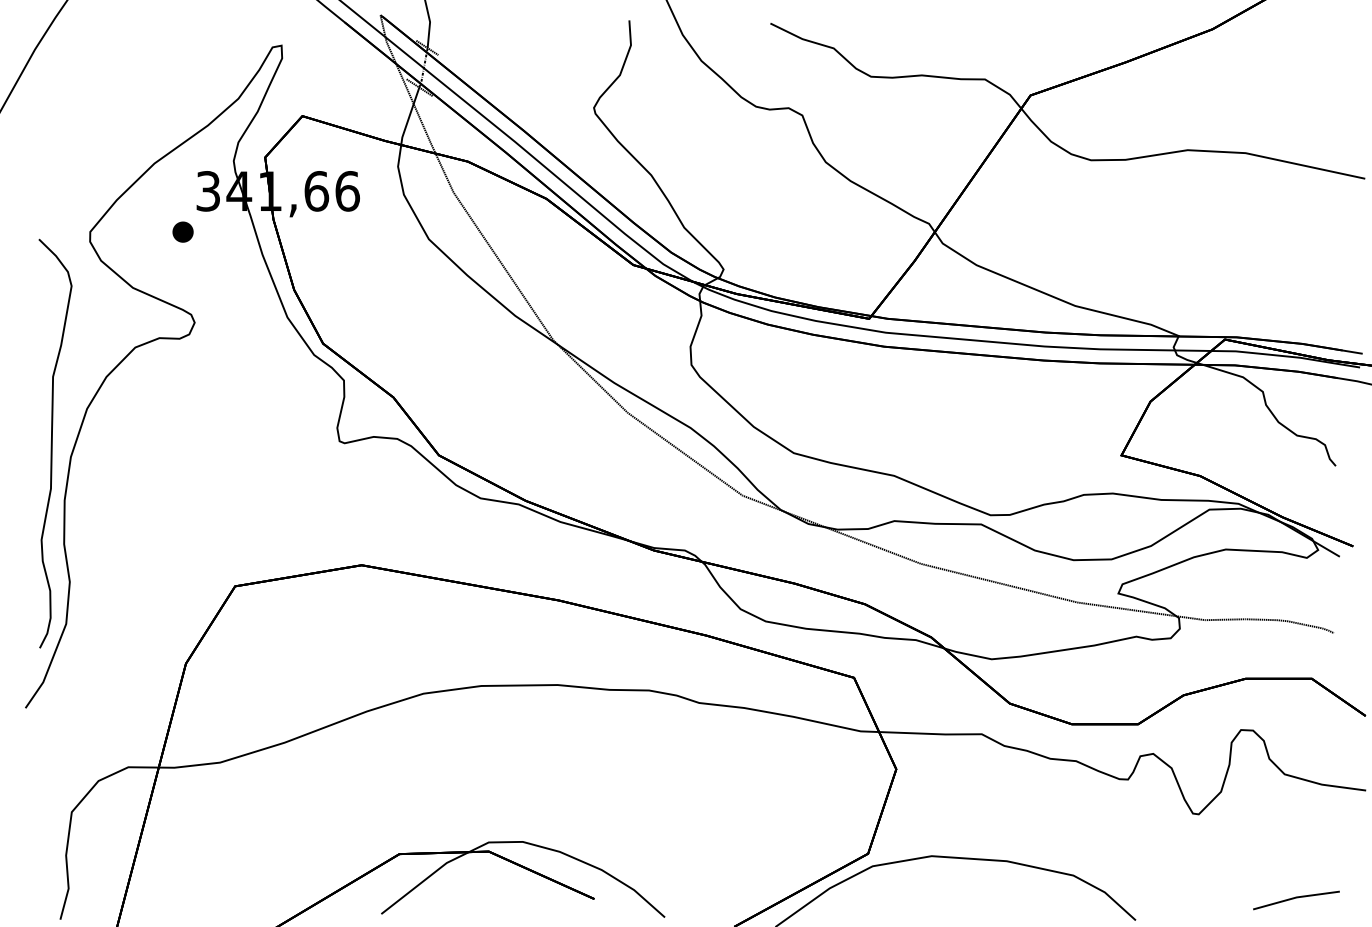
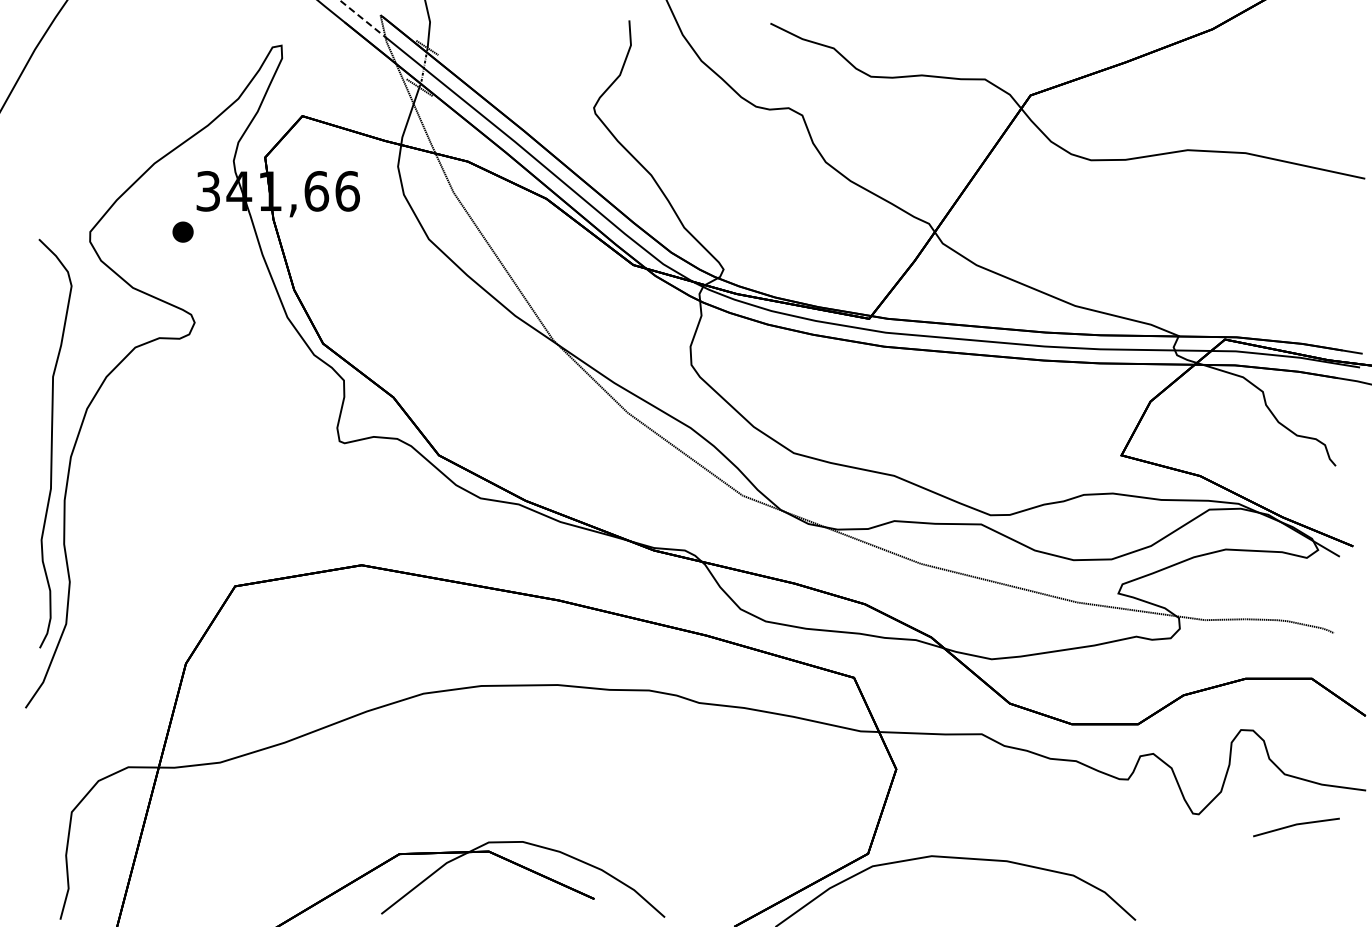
line at (363, 19): solid -> dashed
line at (1296, 898) position: (1296, 898) -> (1296, 825)
